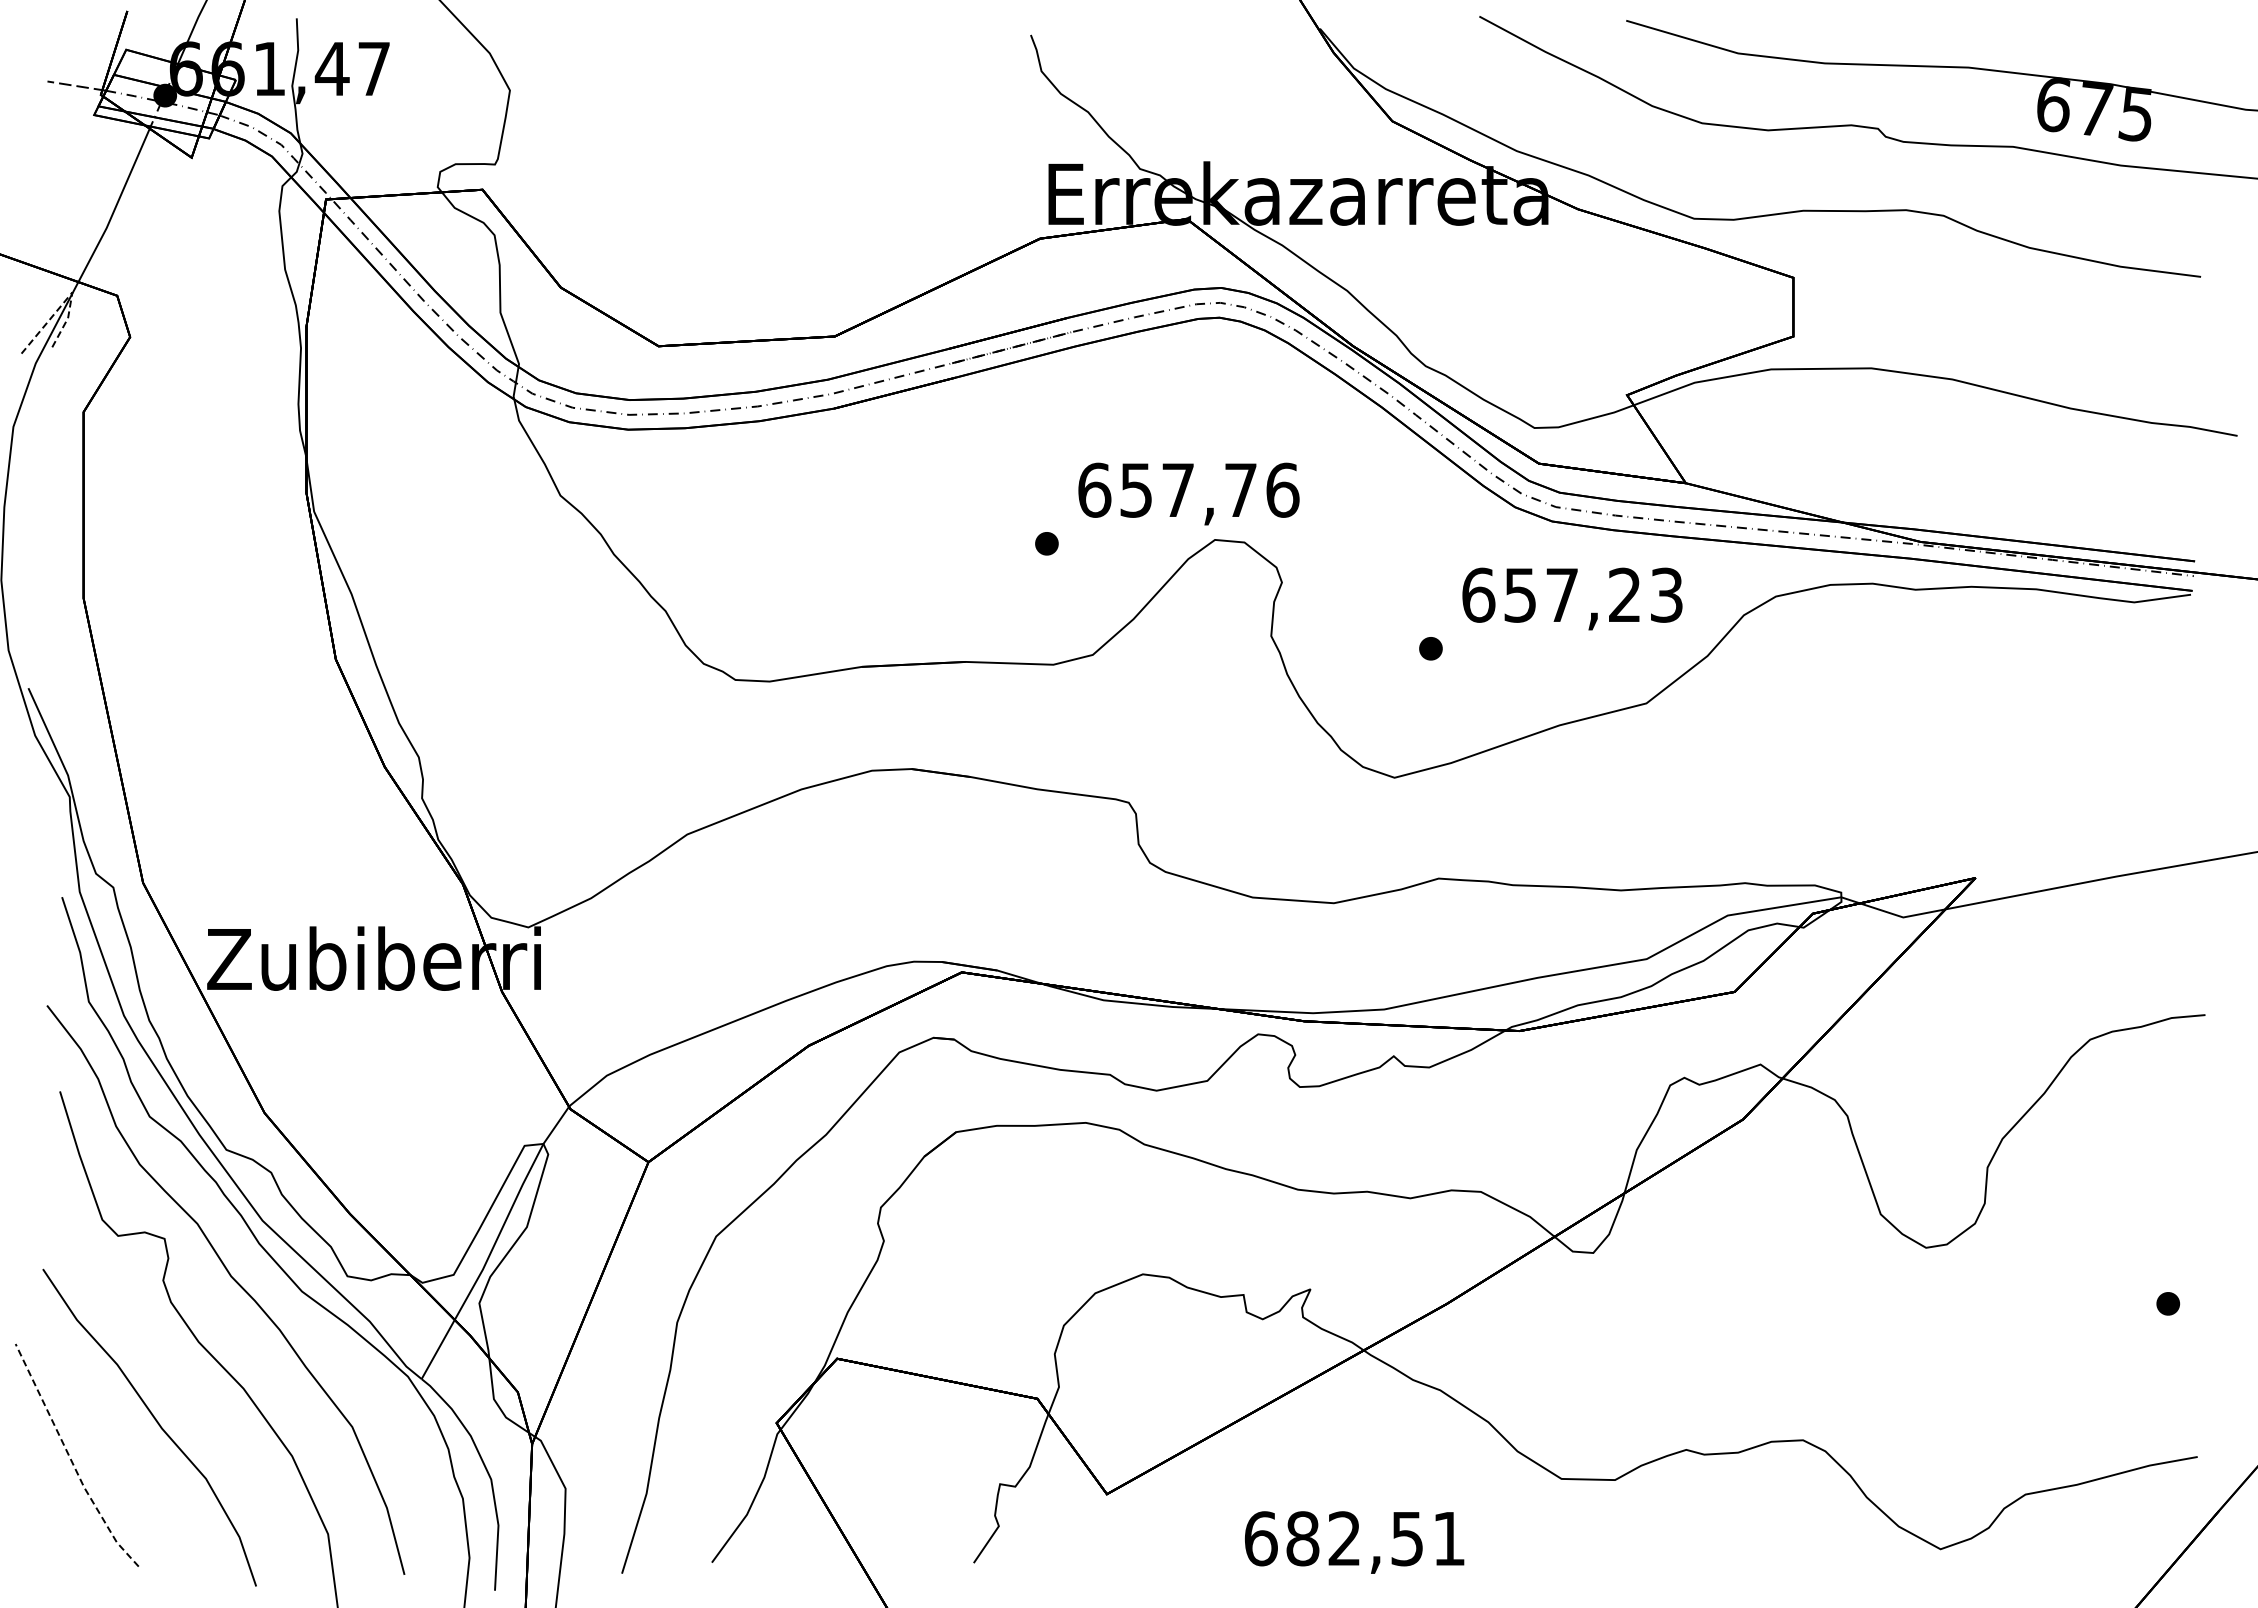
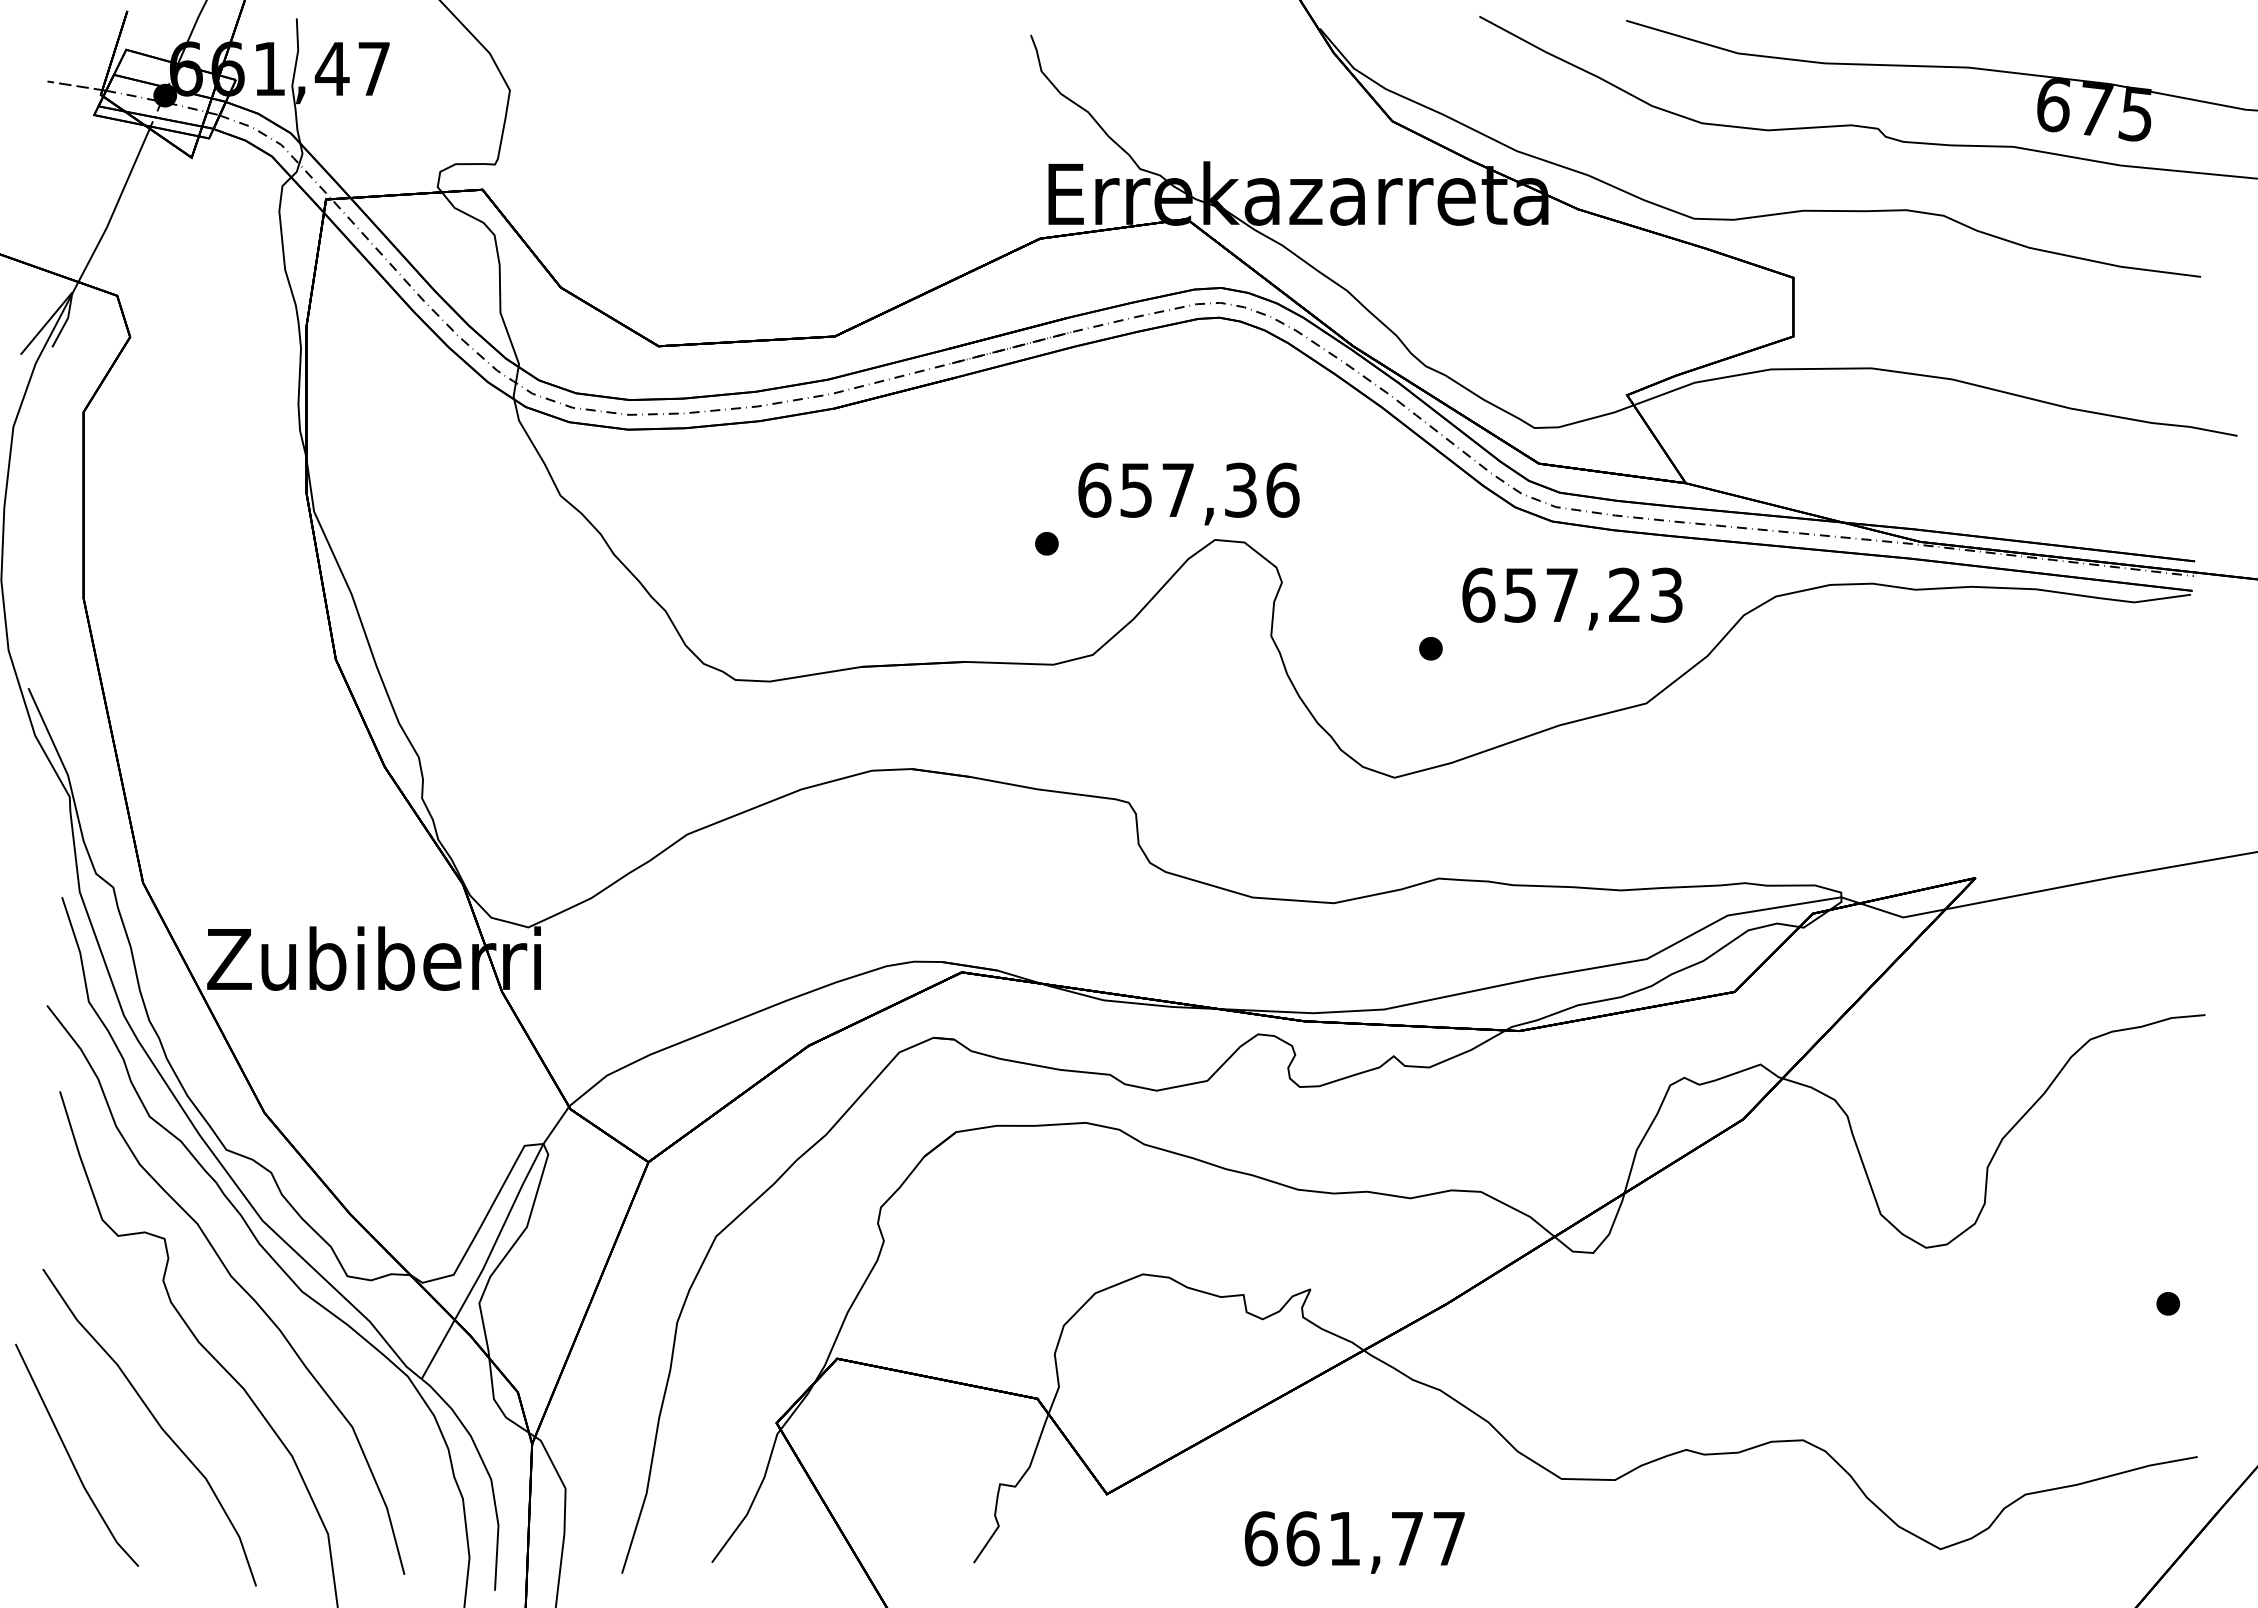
line at (66, 299): dashed -> solid
text at (1240, 489): 657,76 -> 657,36
line at (71, 1460): dashed -> solid
text at (1375, 1538): 682,51 -> 661,77
